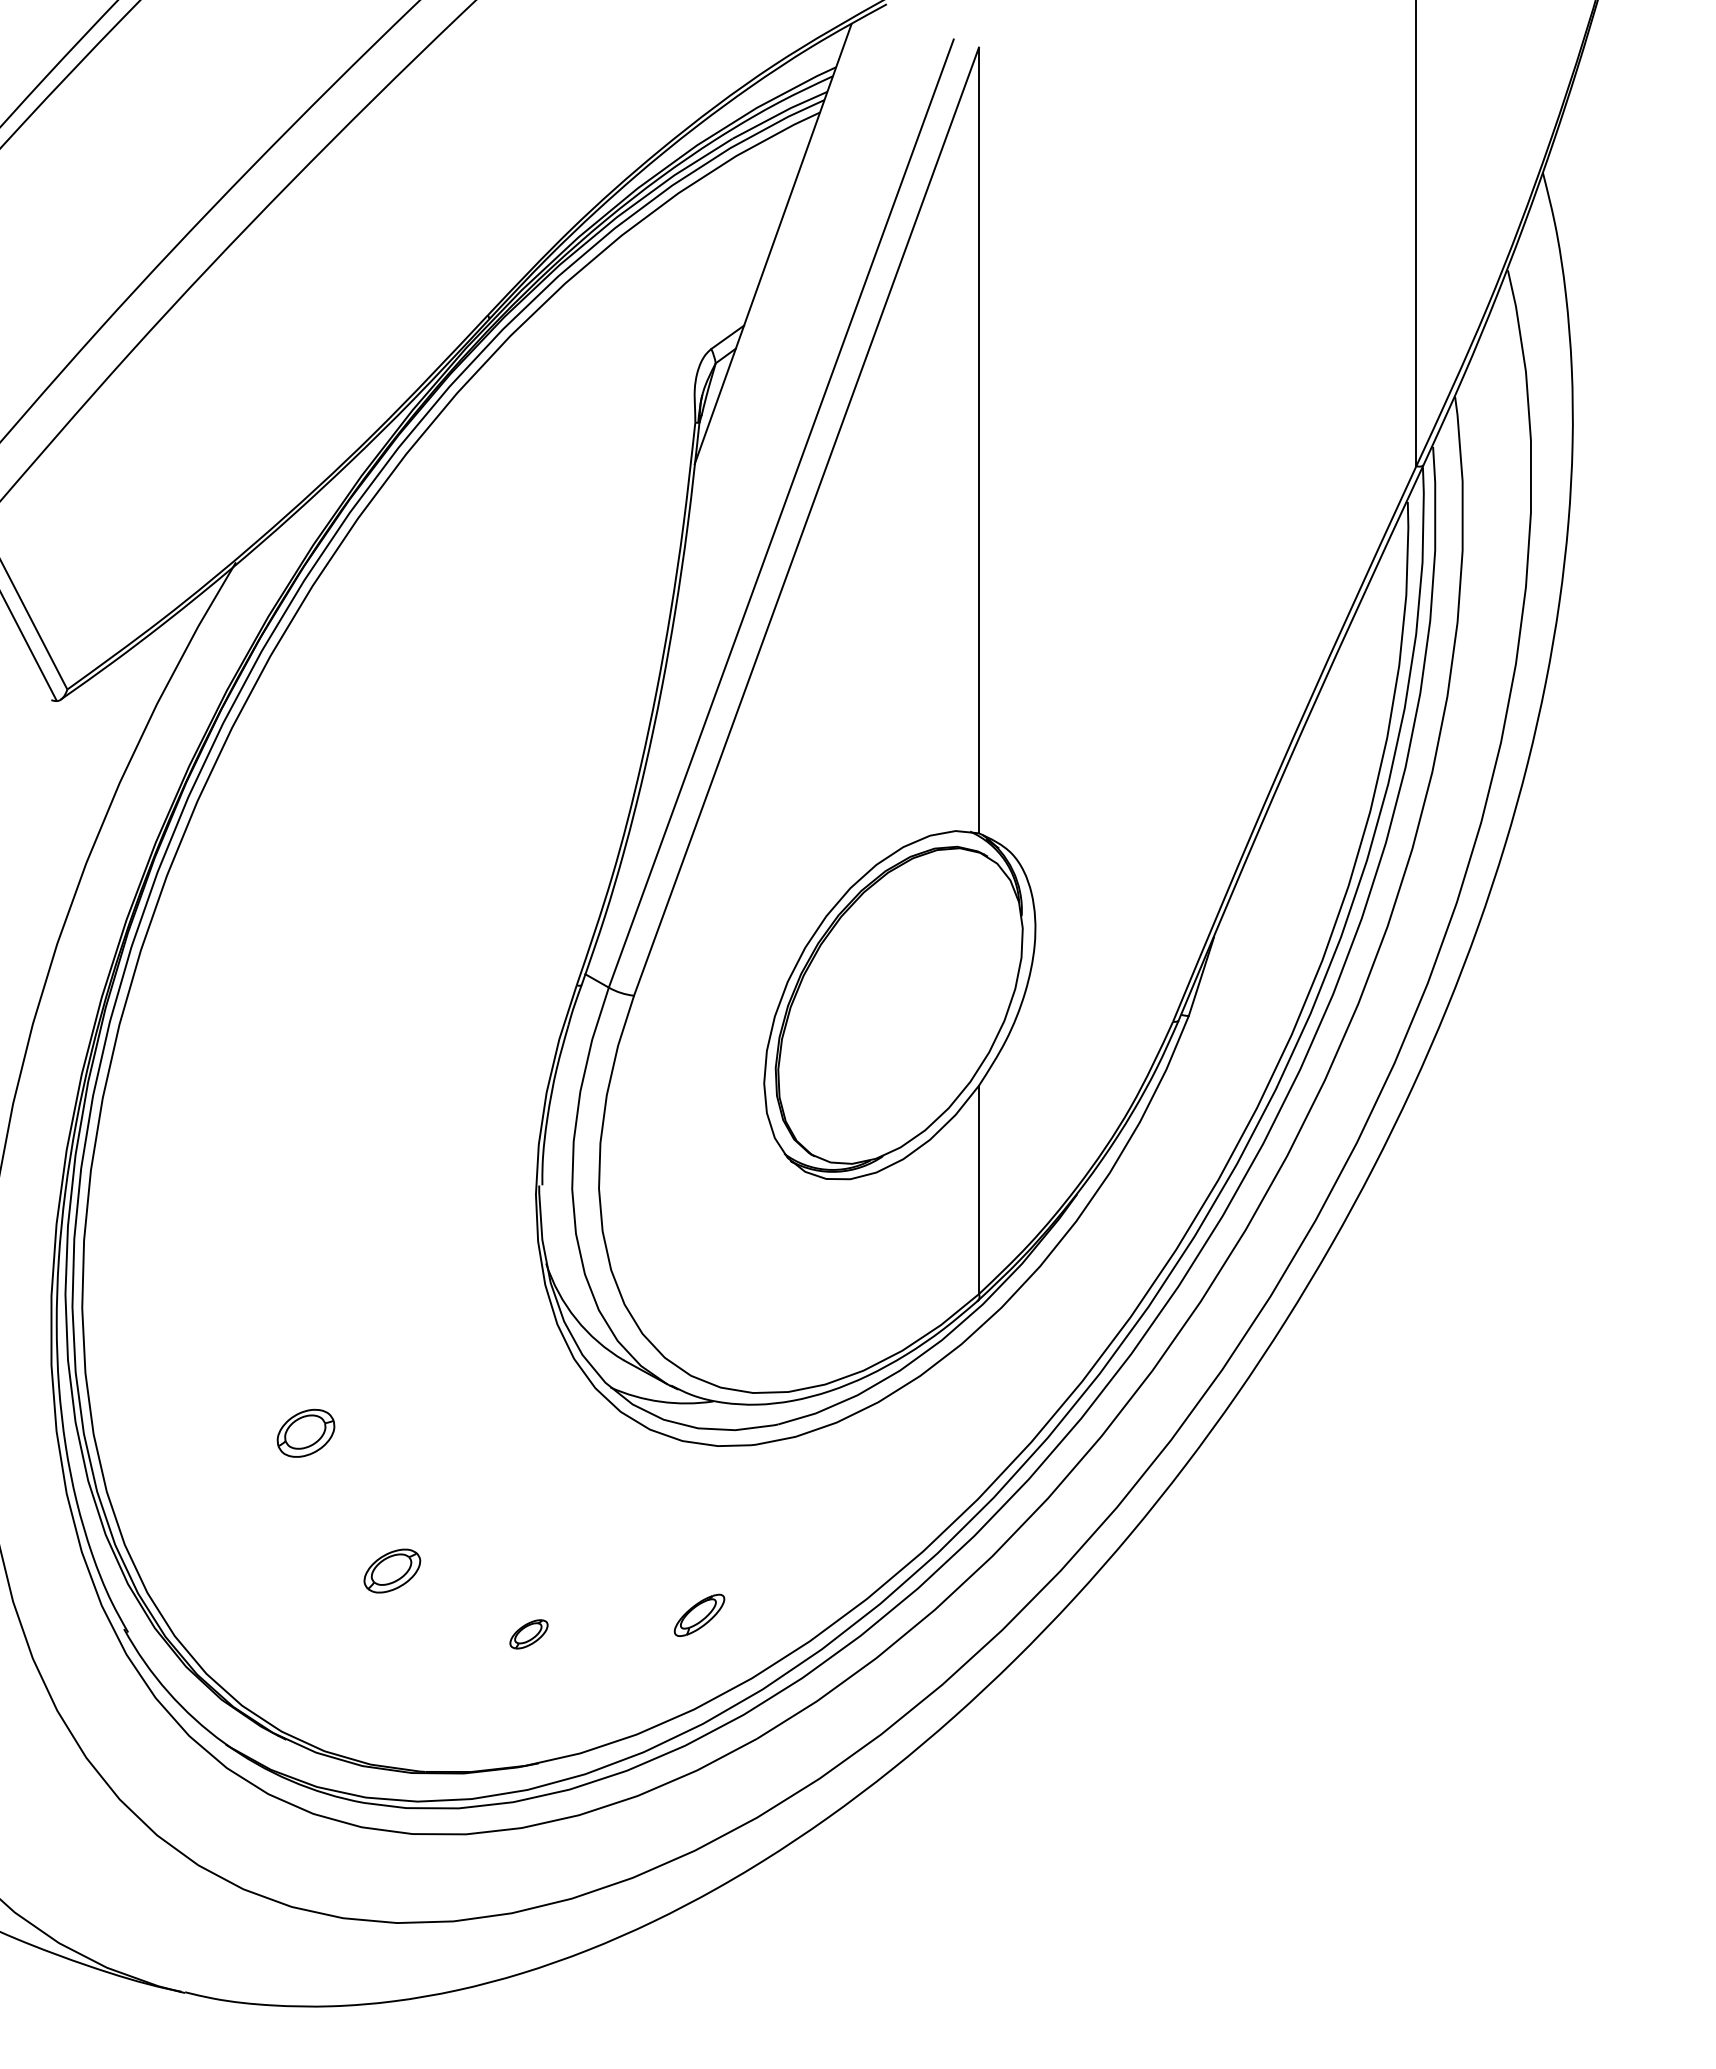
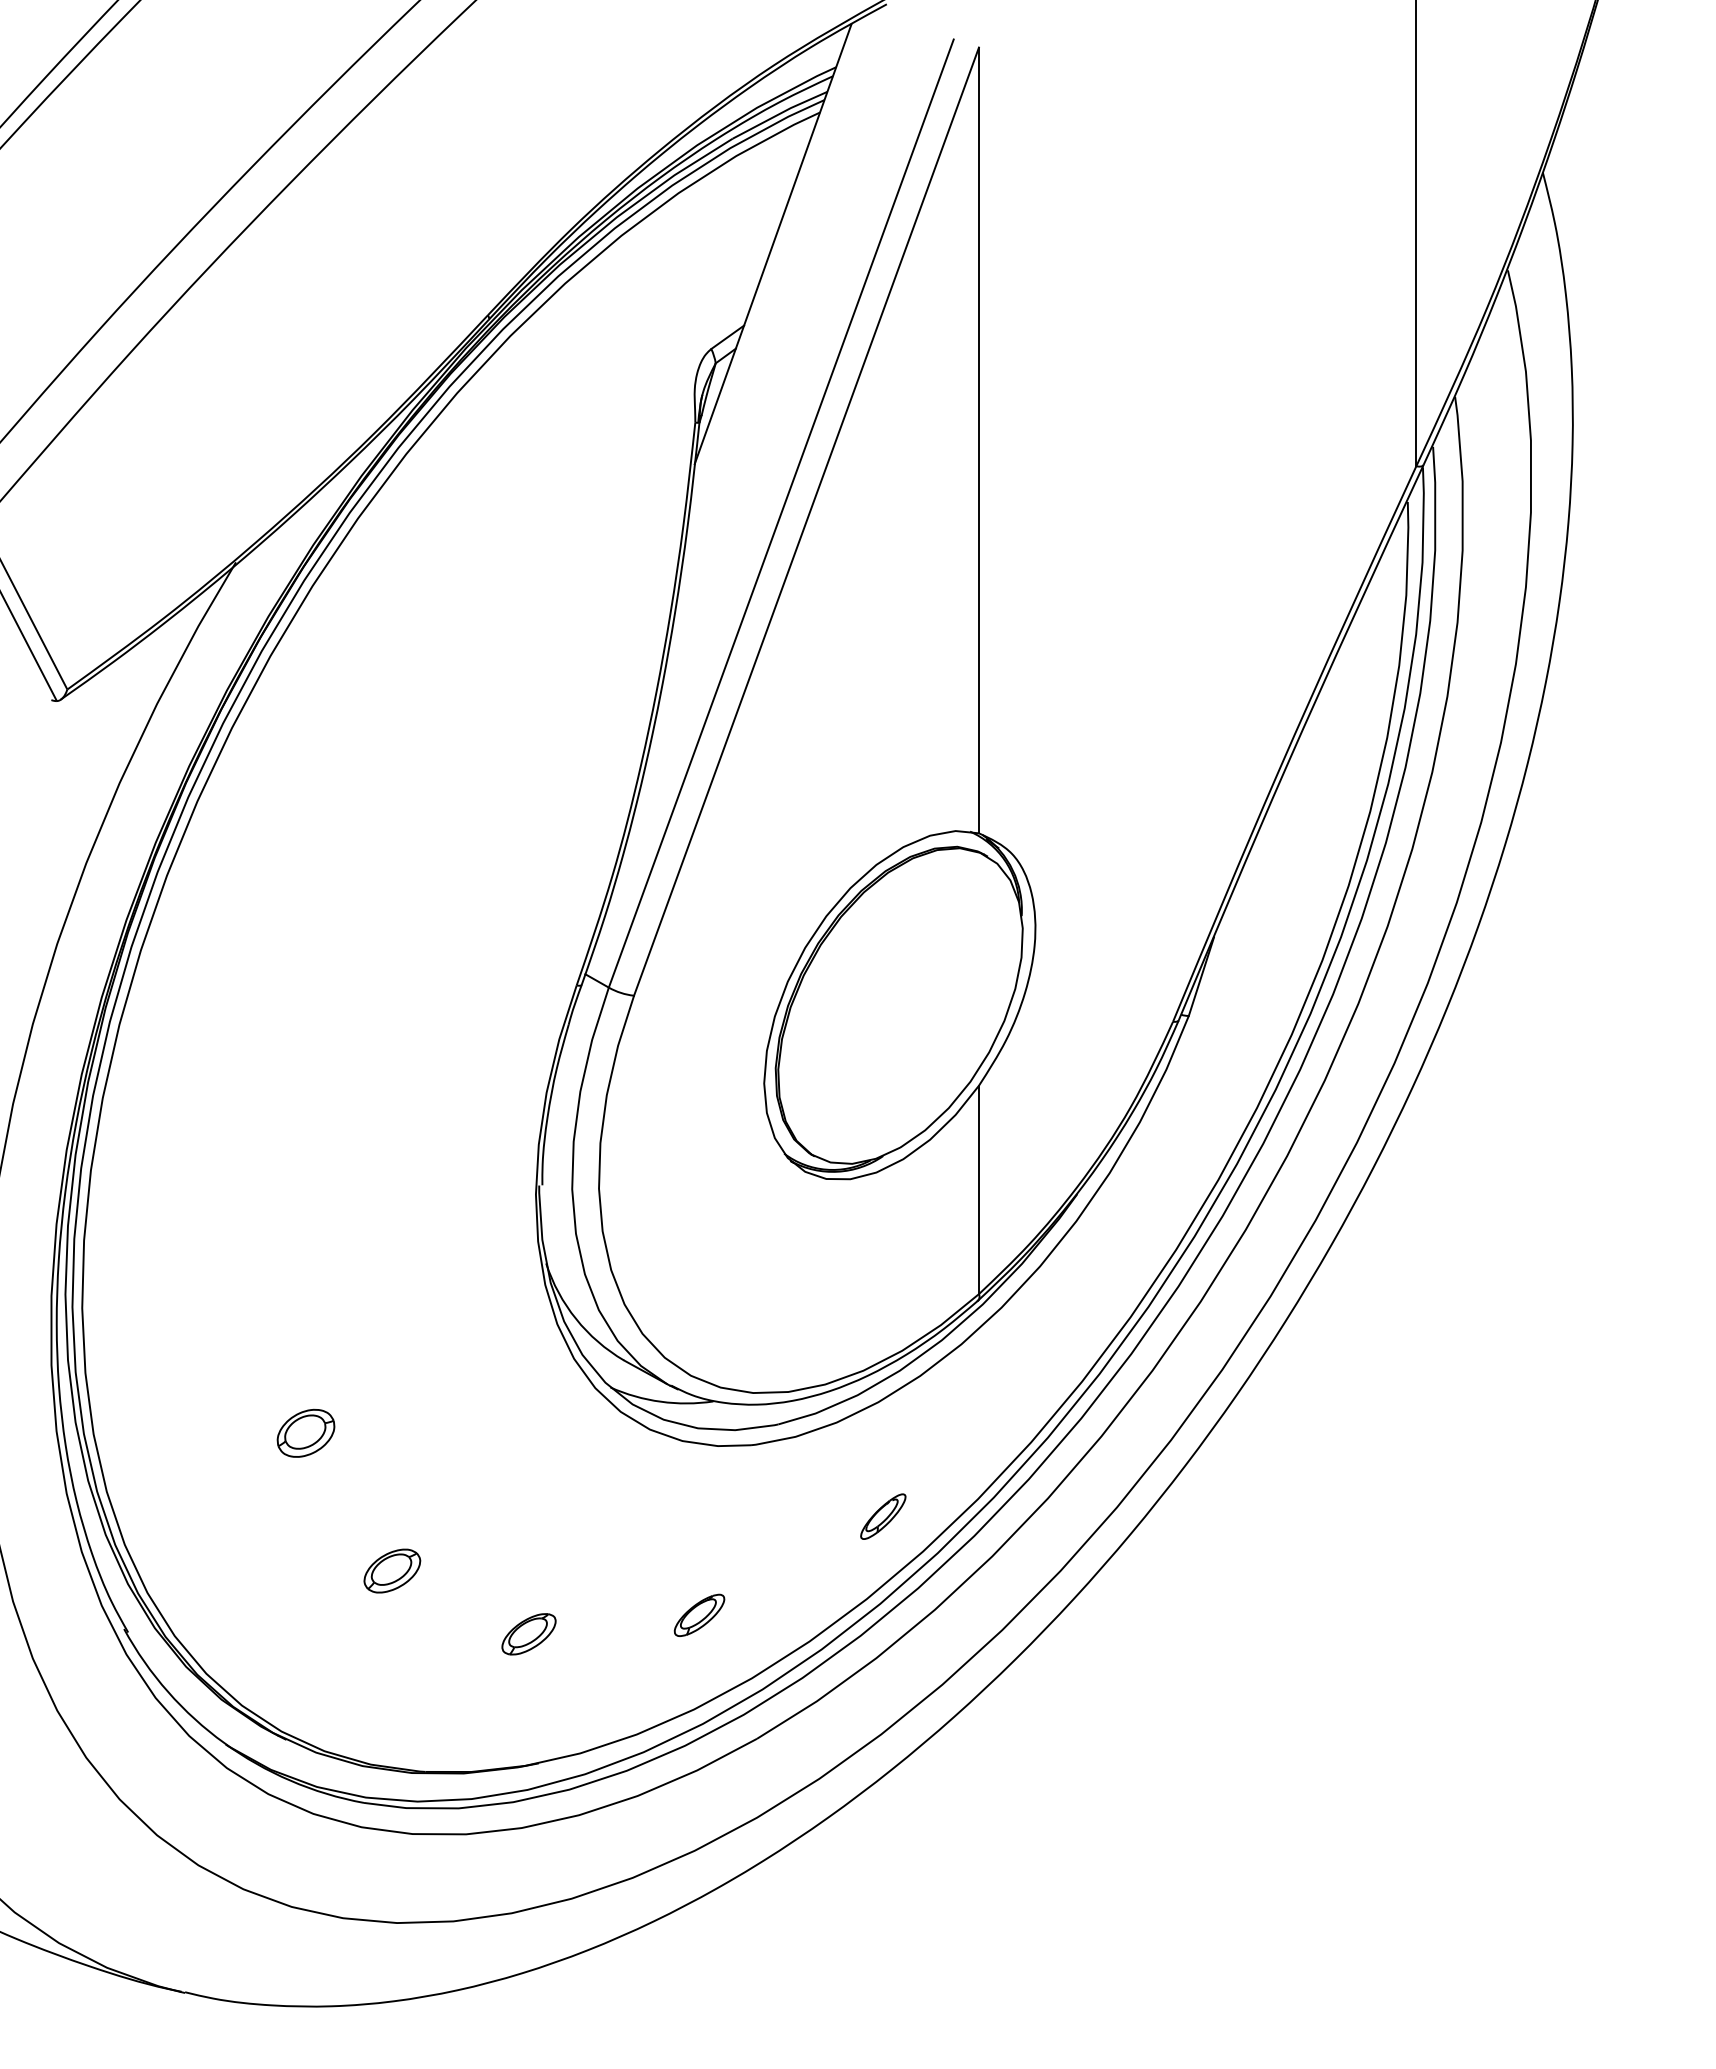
part at (883, 1516): none -> present
part at (528, 1634) size: 40x31 px -> 56x43 px
